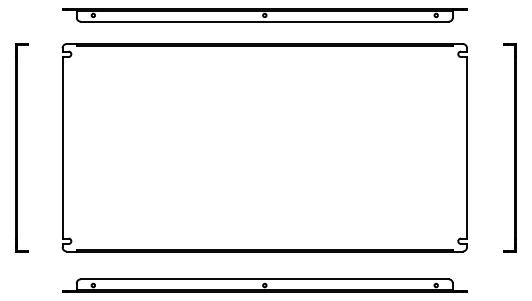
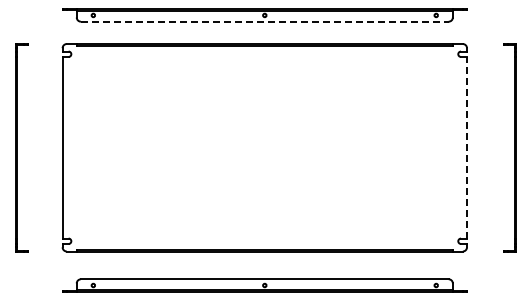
line at (264, 21): solid -> dashed
line at (467, 147): solid -> dashed
